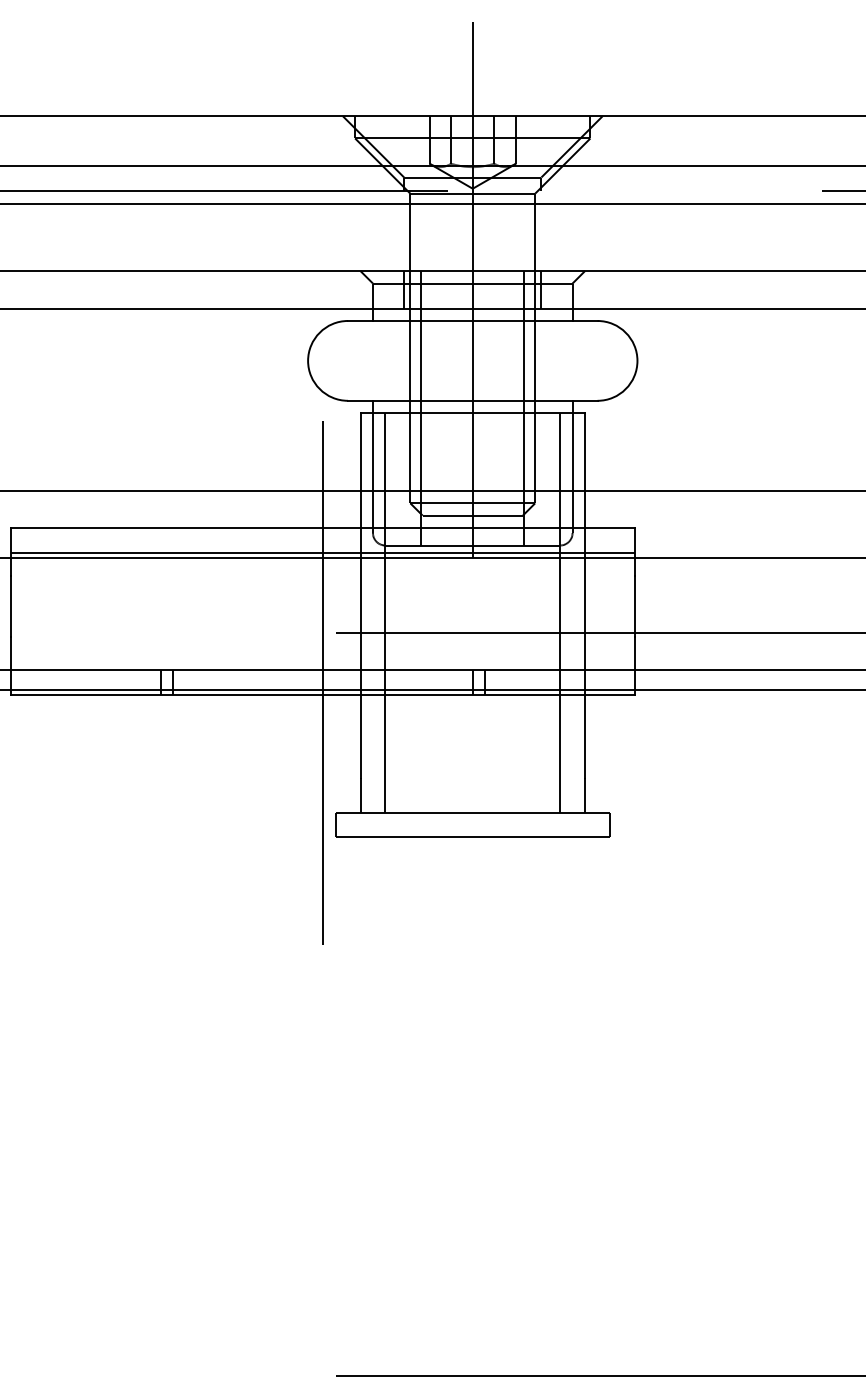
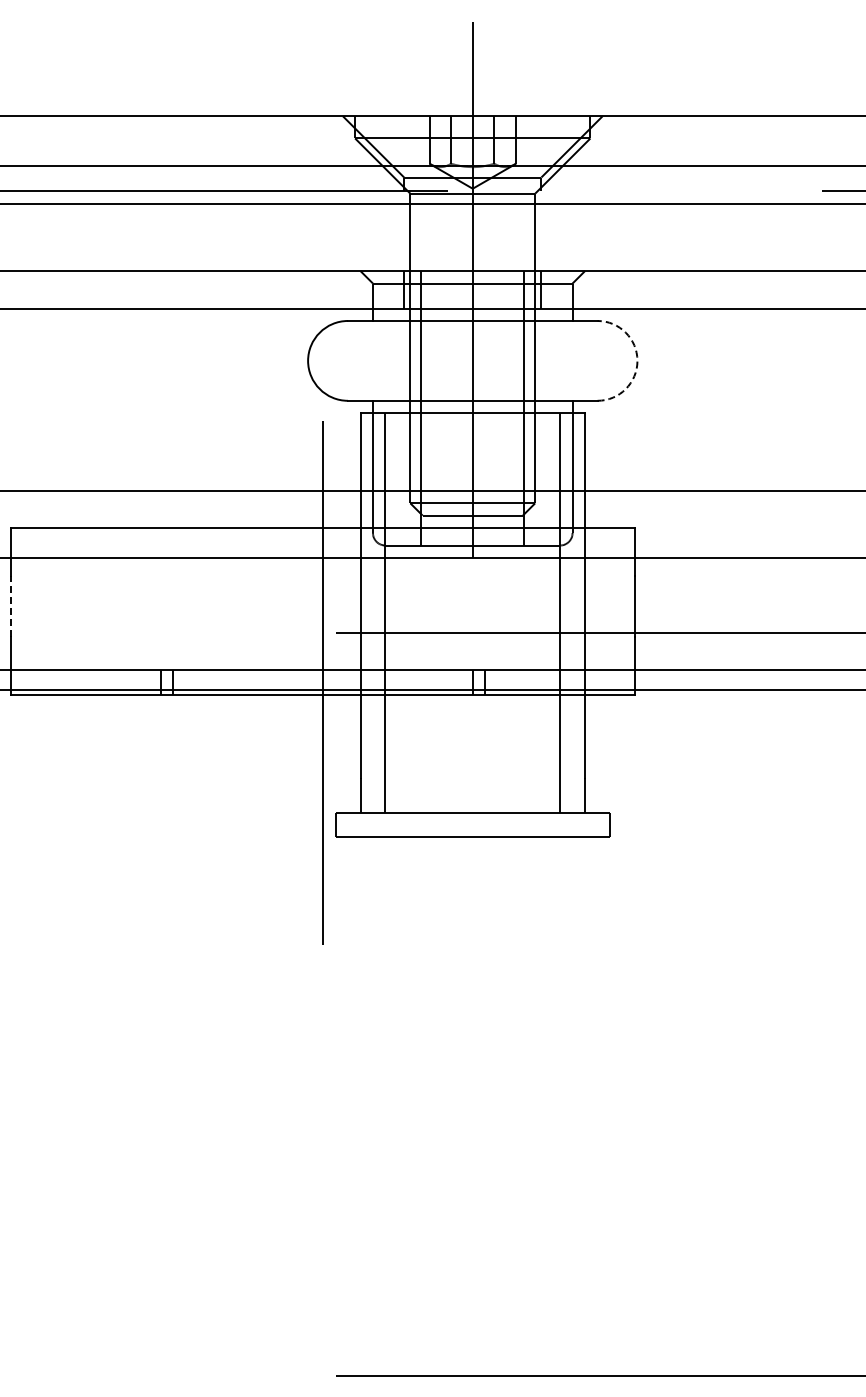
arc at (637, 360): solid -> dashed
line at (322, 553): present -> none
line at (11, 606): solid -> dashed
